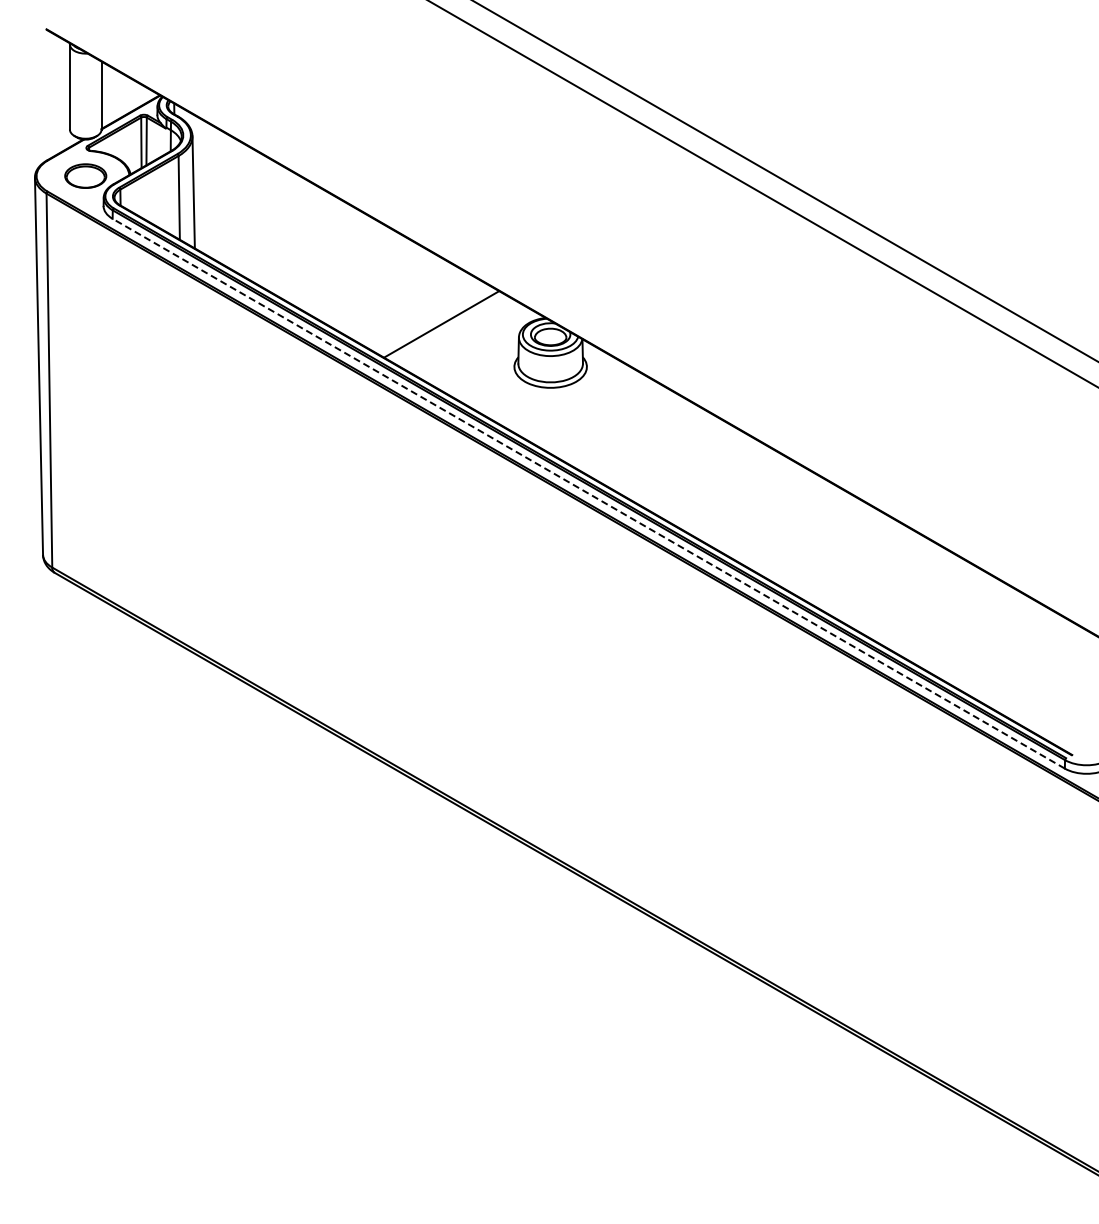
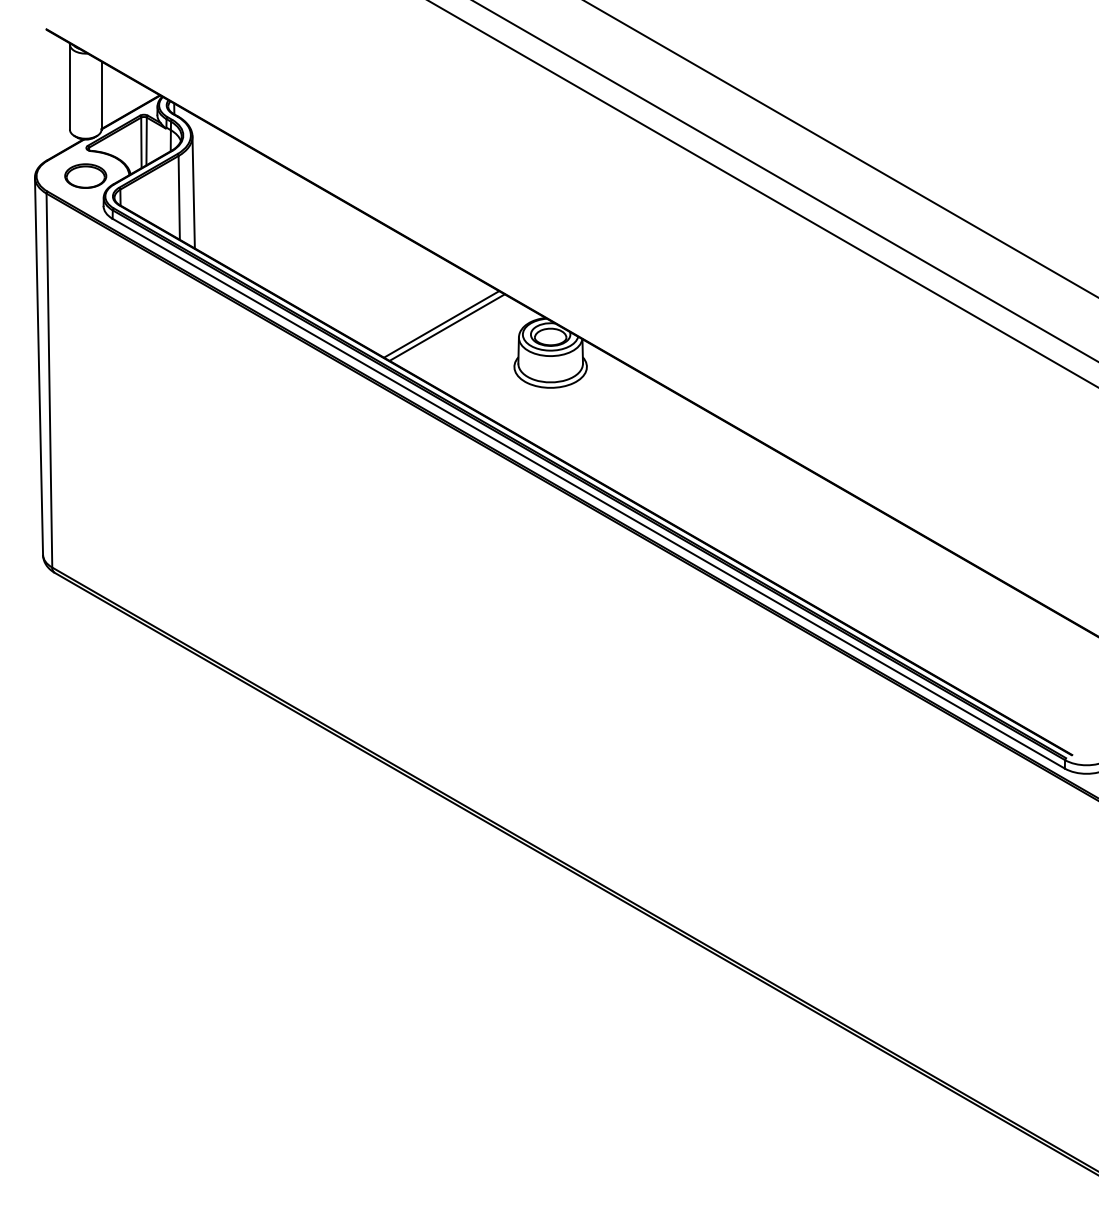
line at (840, 148): none -> present
line at (446, 327): none -> present
line at (588, 493): dashed -> solid
